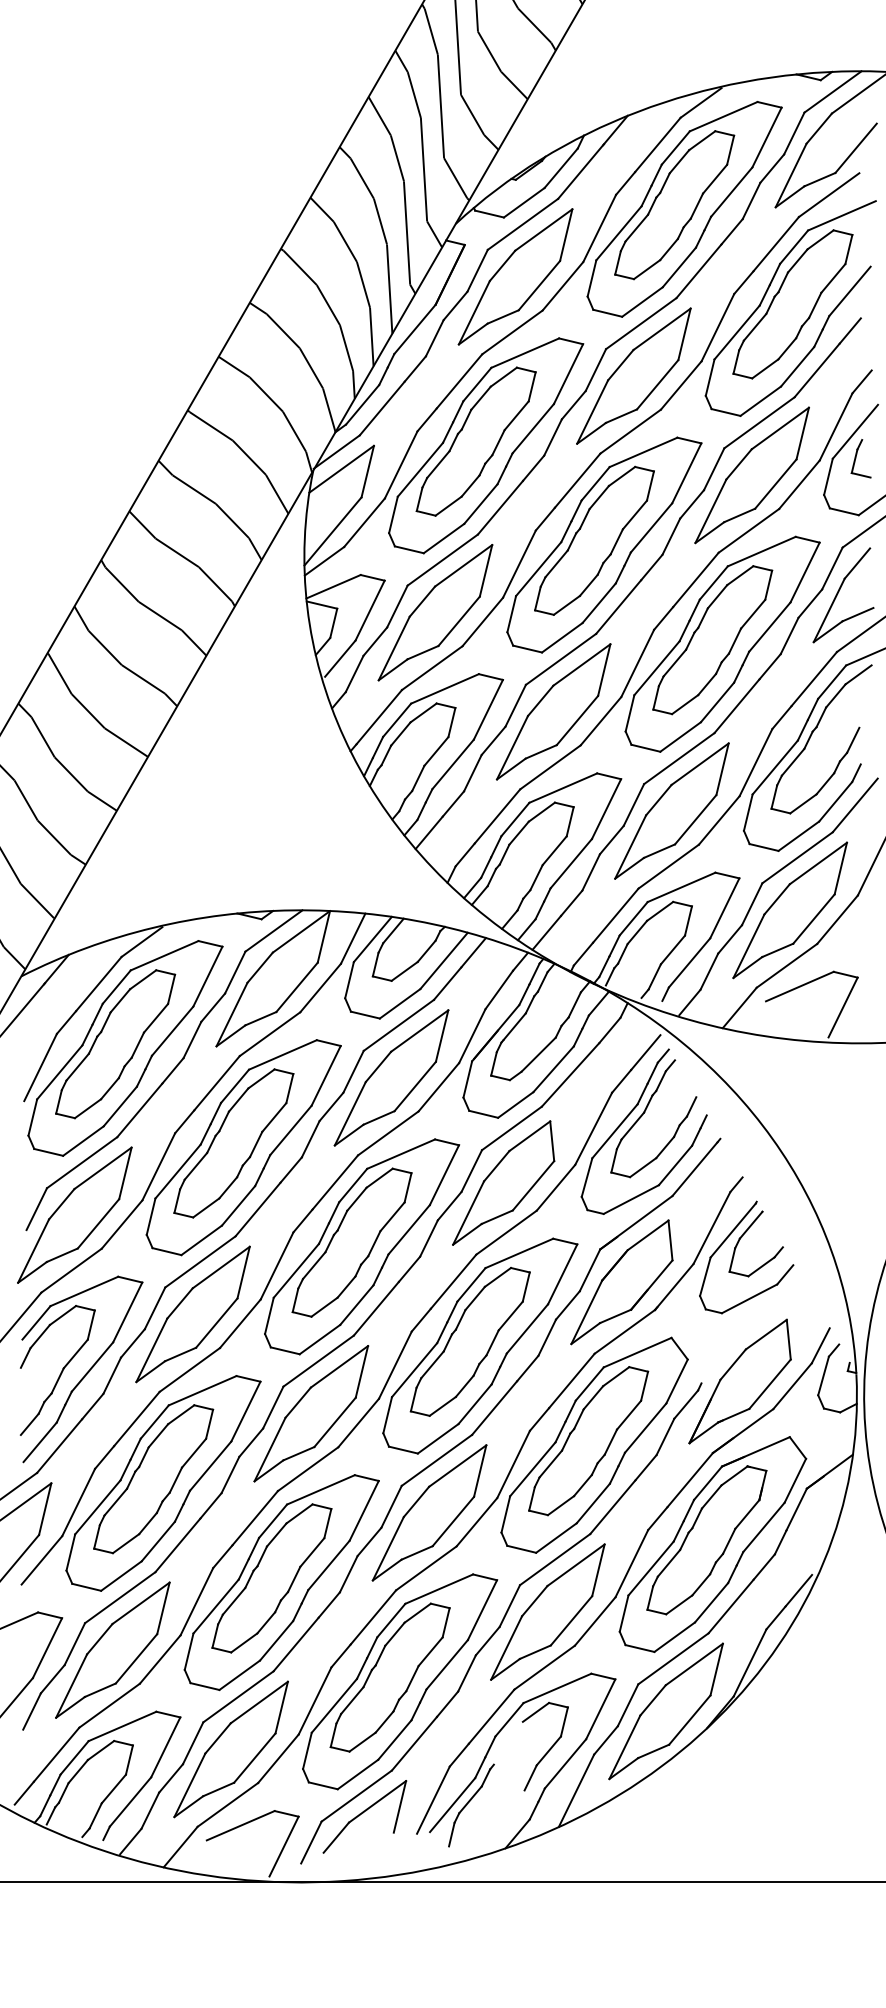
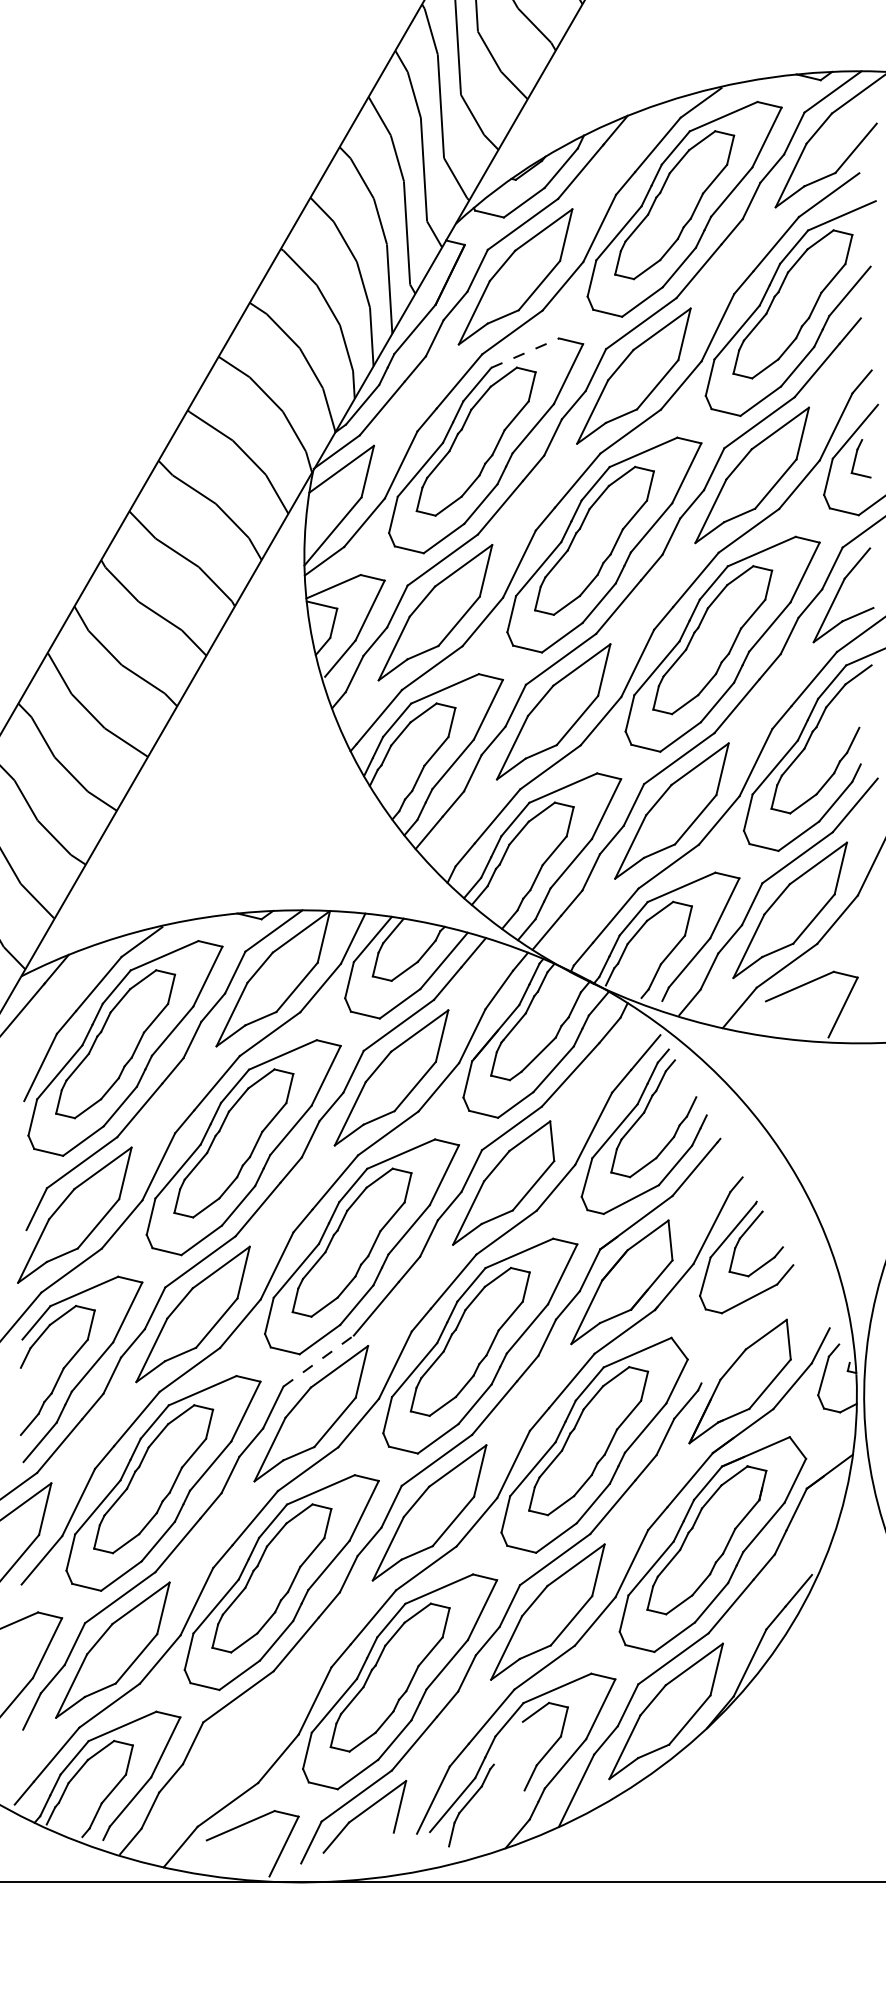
line at (525, 353): solid -> dashed
line at (319, 1360): solid -> dashed
part at (230, 1749): present -> none
